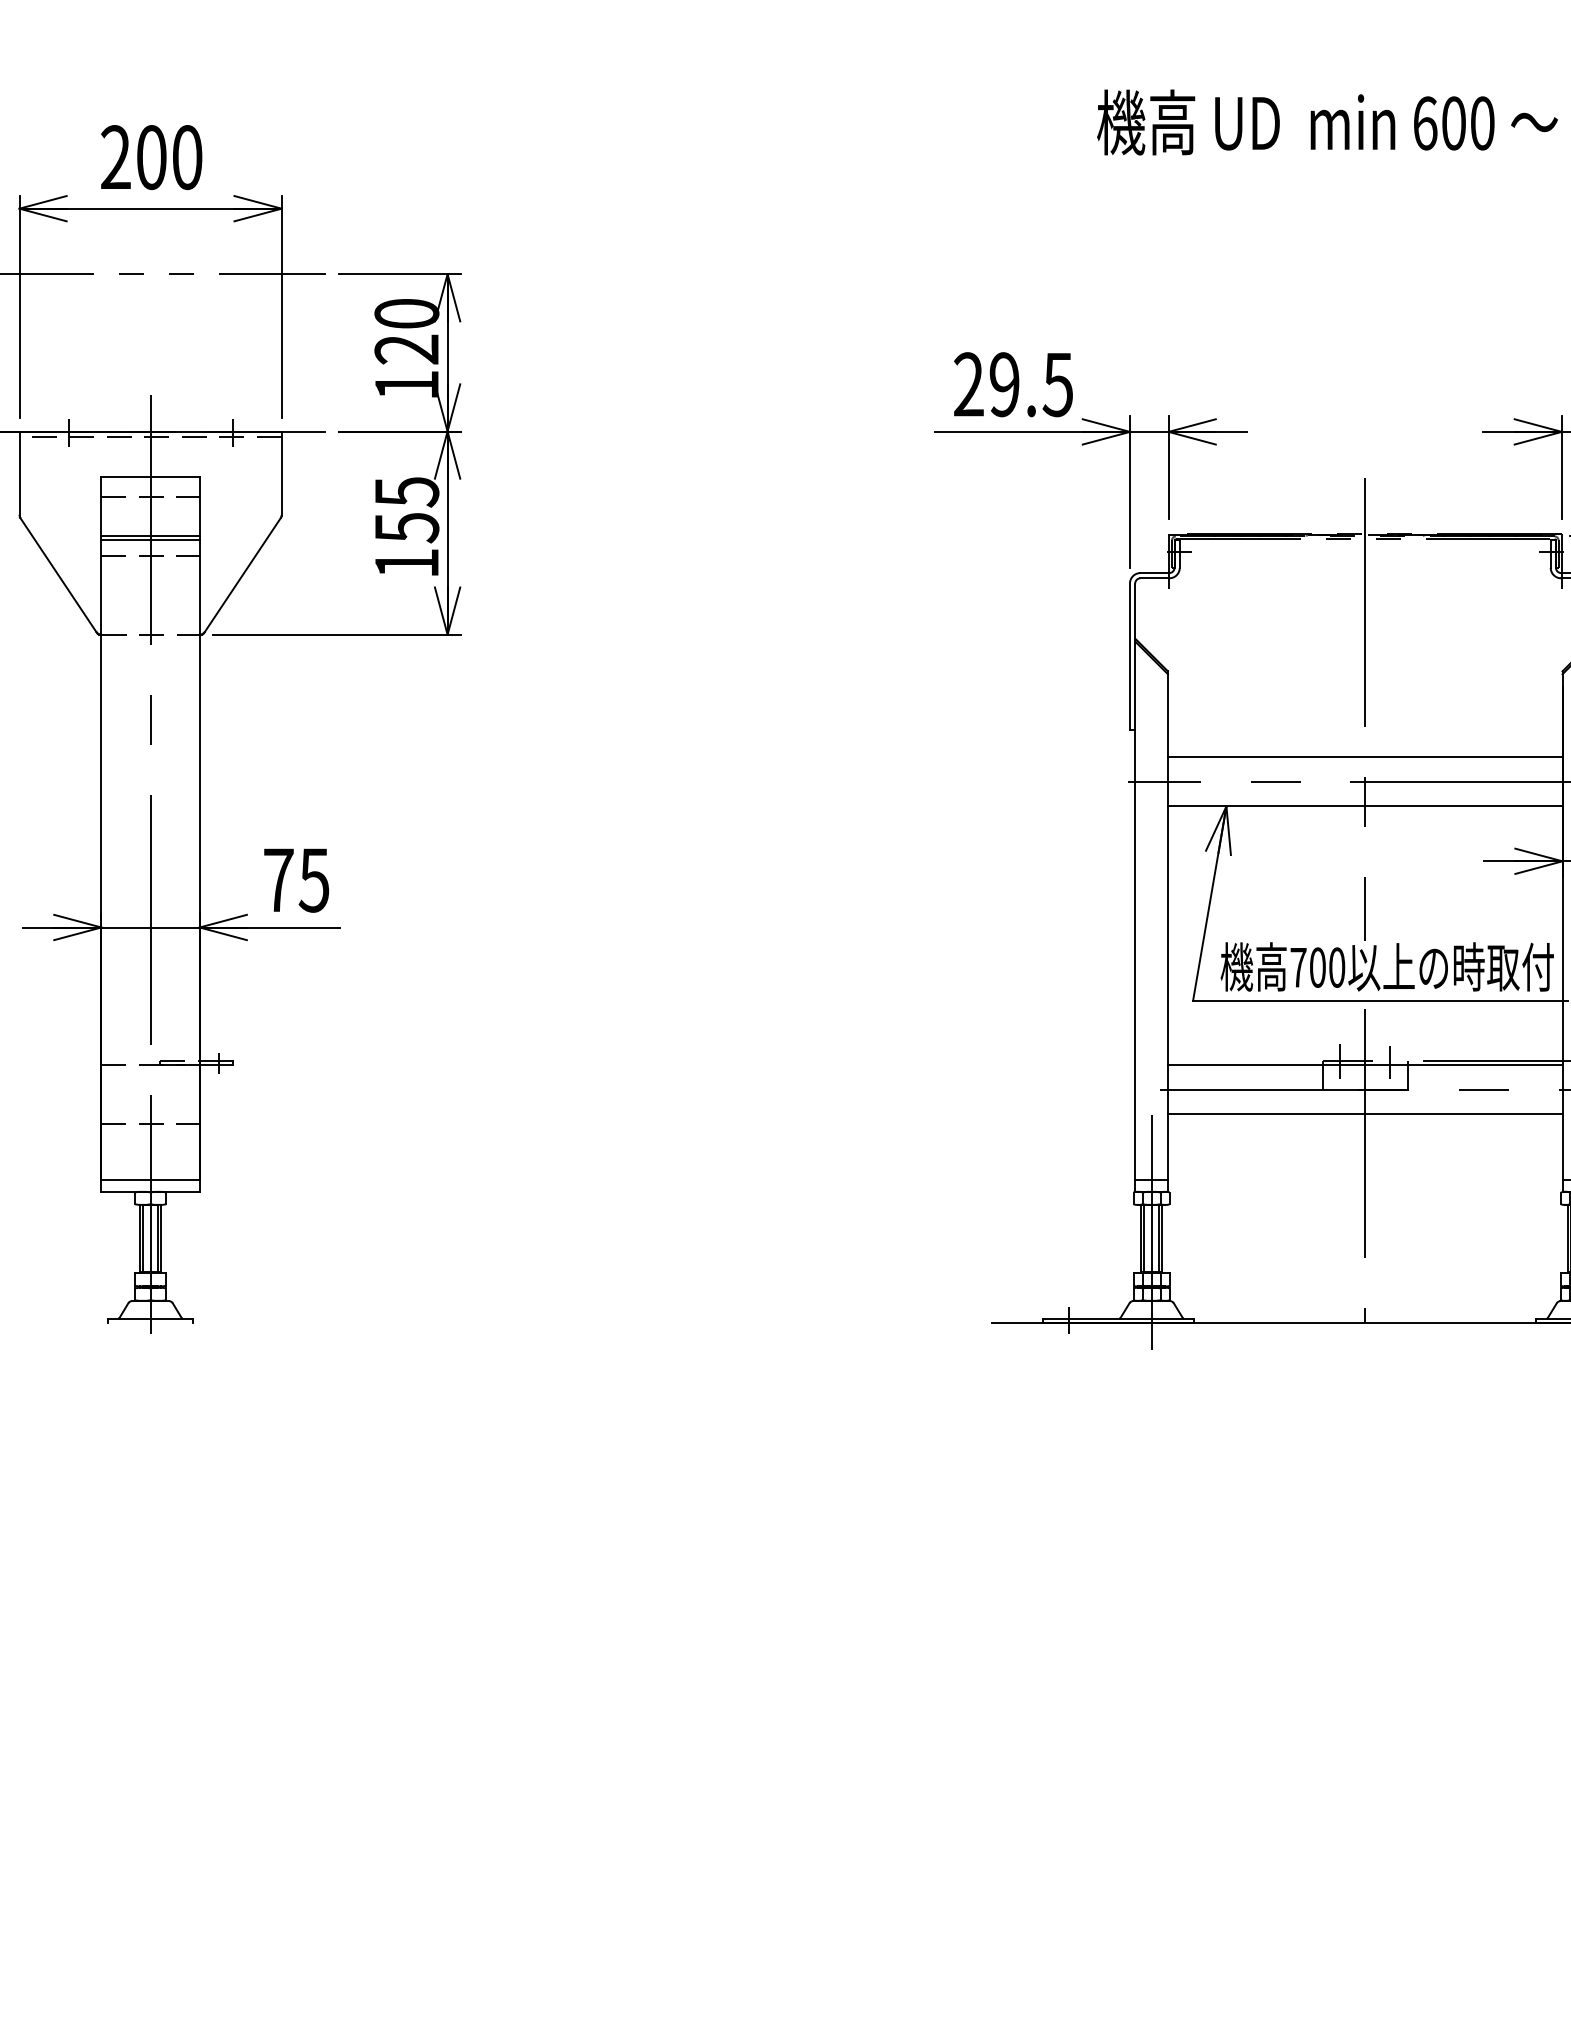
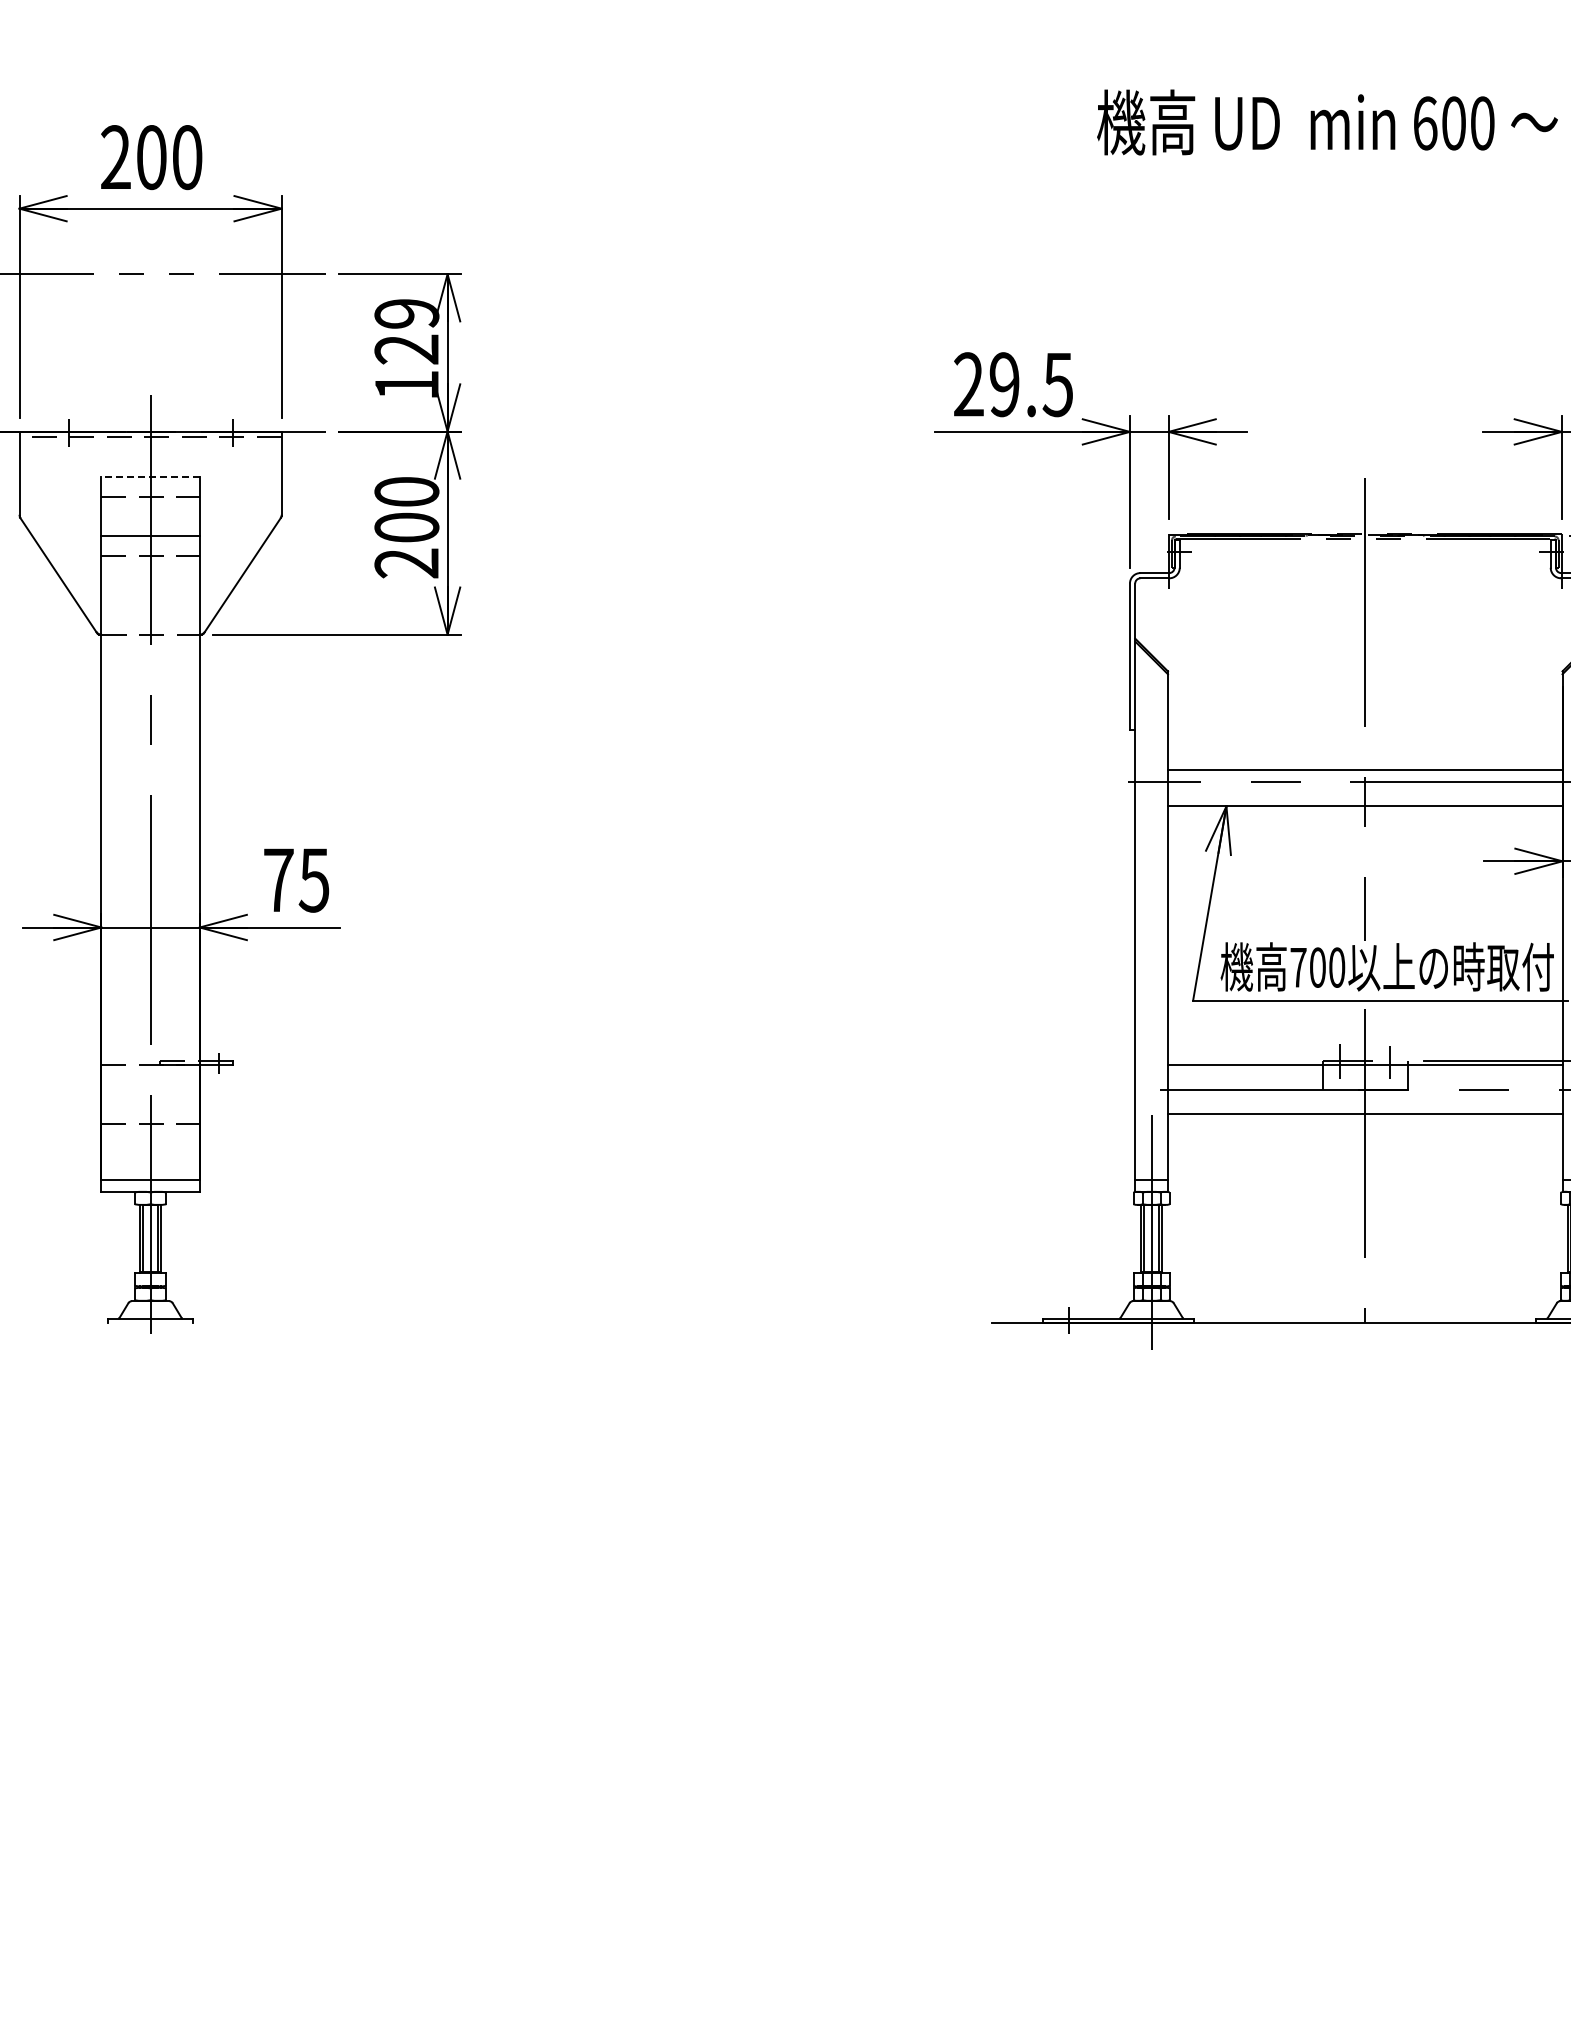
text at (406, 313): 120 -> 129
line at (150, 477): solid -> dashed
text at (406, 527): 155 -> 200
line at (150, 540): present -> none
line at (1365, 756) position: (1365, 756) -> (1365, 769)
